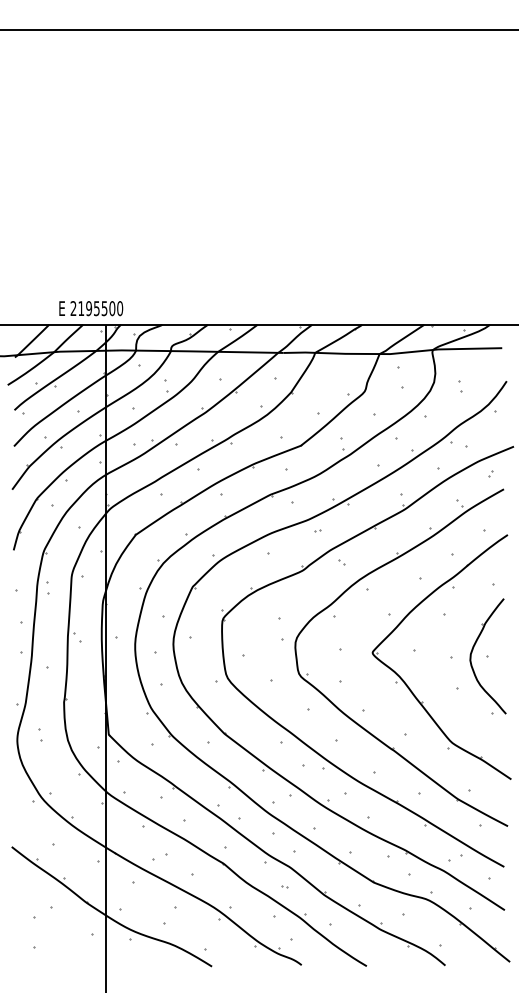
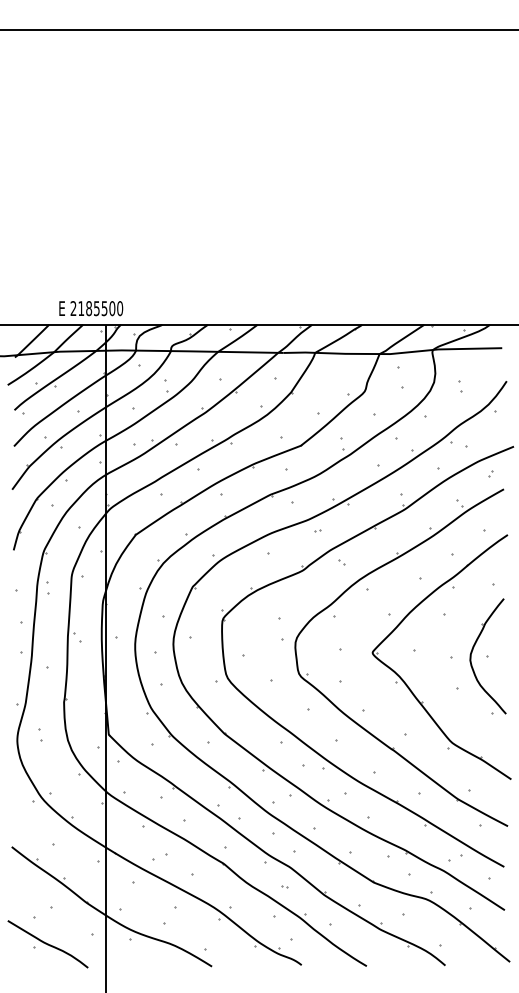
text at (89, 308): 2195500 -> 2185500
curve at (47, 944): none -> present
